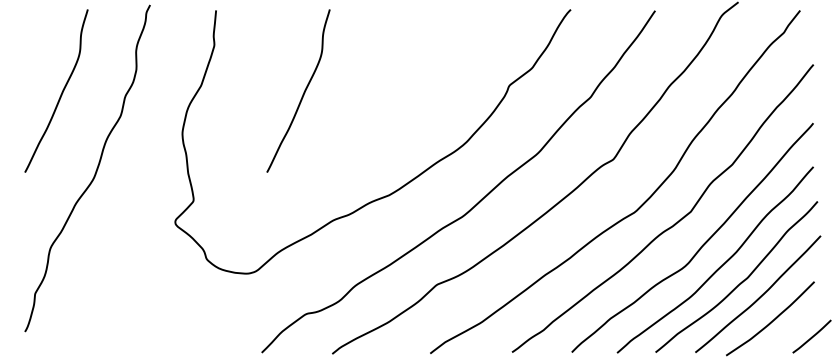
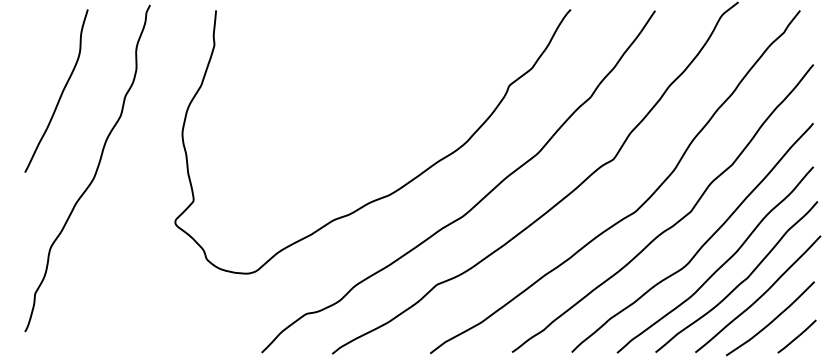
curve at (303, 92): present -> none
line at (811, 336) position: (811, 336) -> (796, 336)
